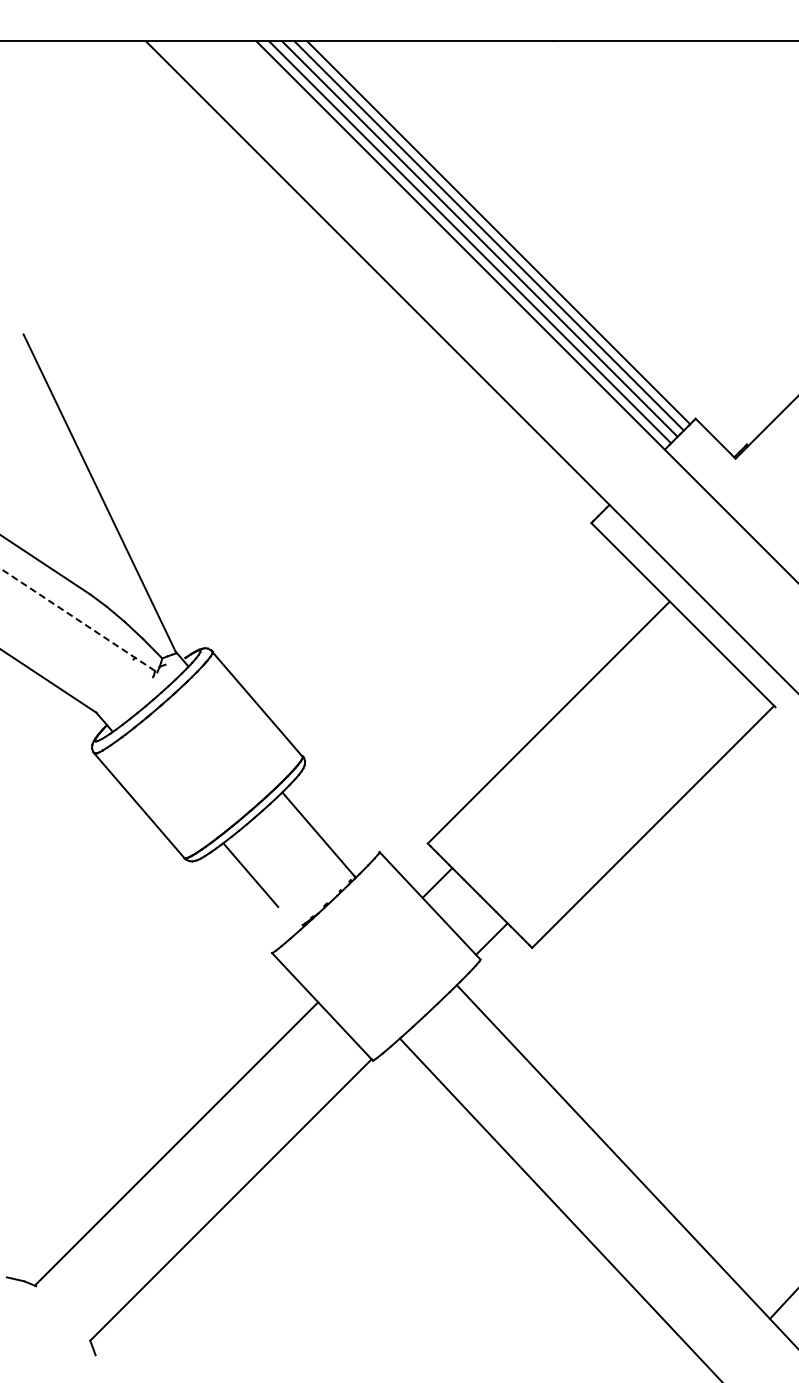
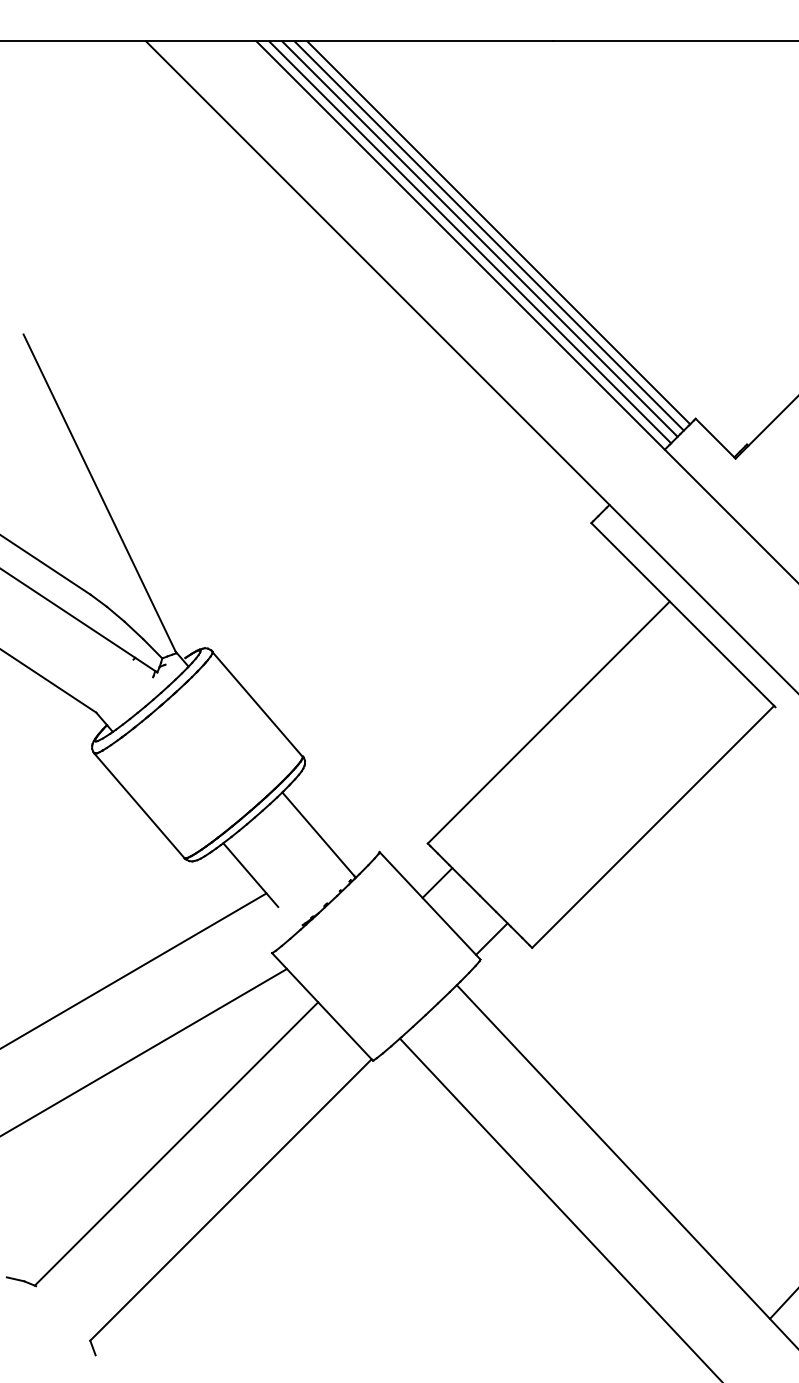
line at (79, 620): dashed -> solid
line at (134, 970): none -> present
line at (144, 1051): none -> present
